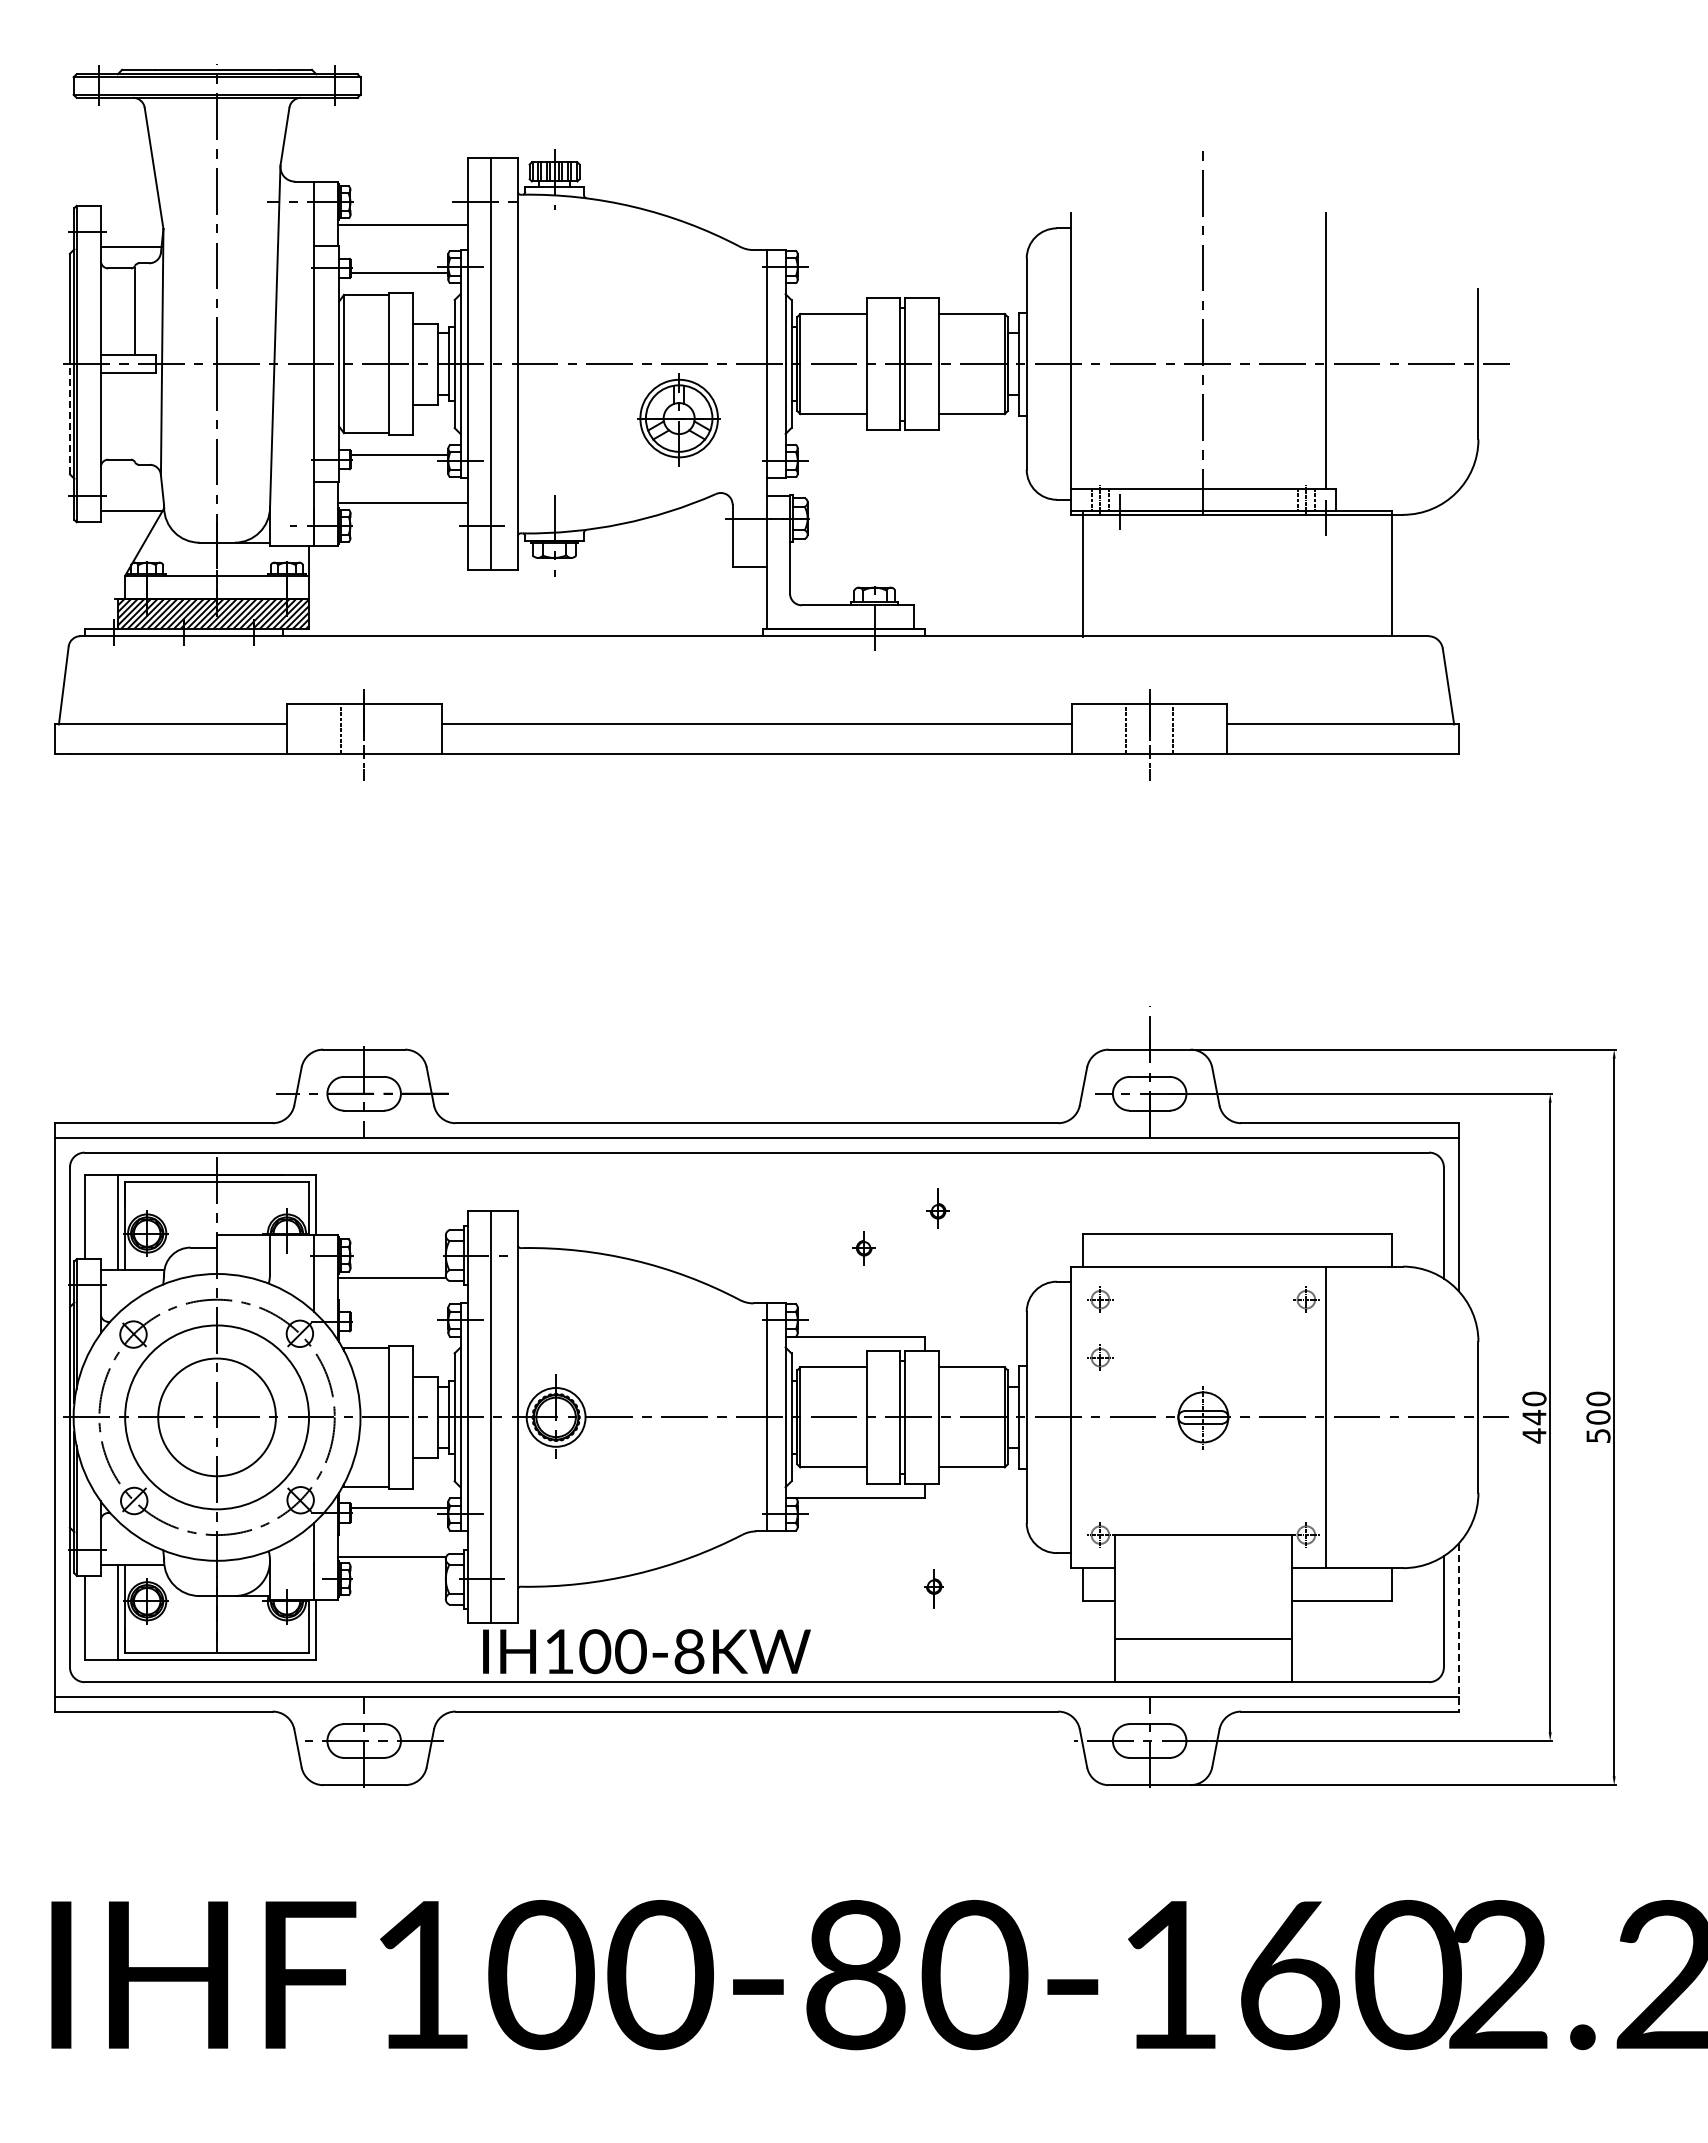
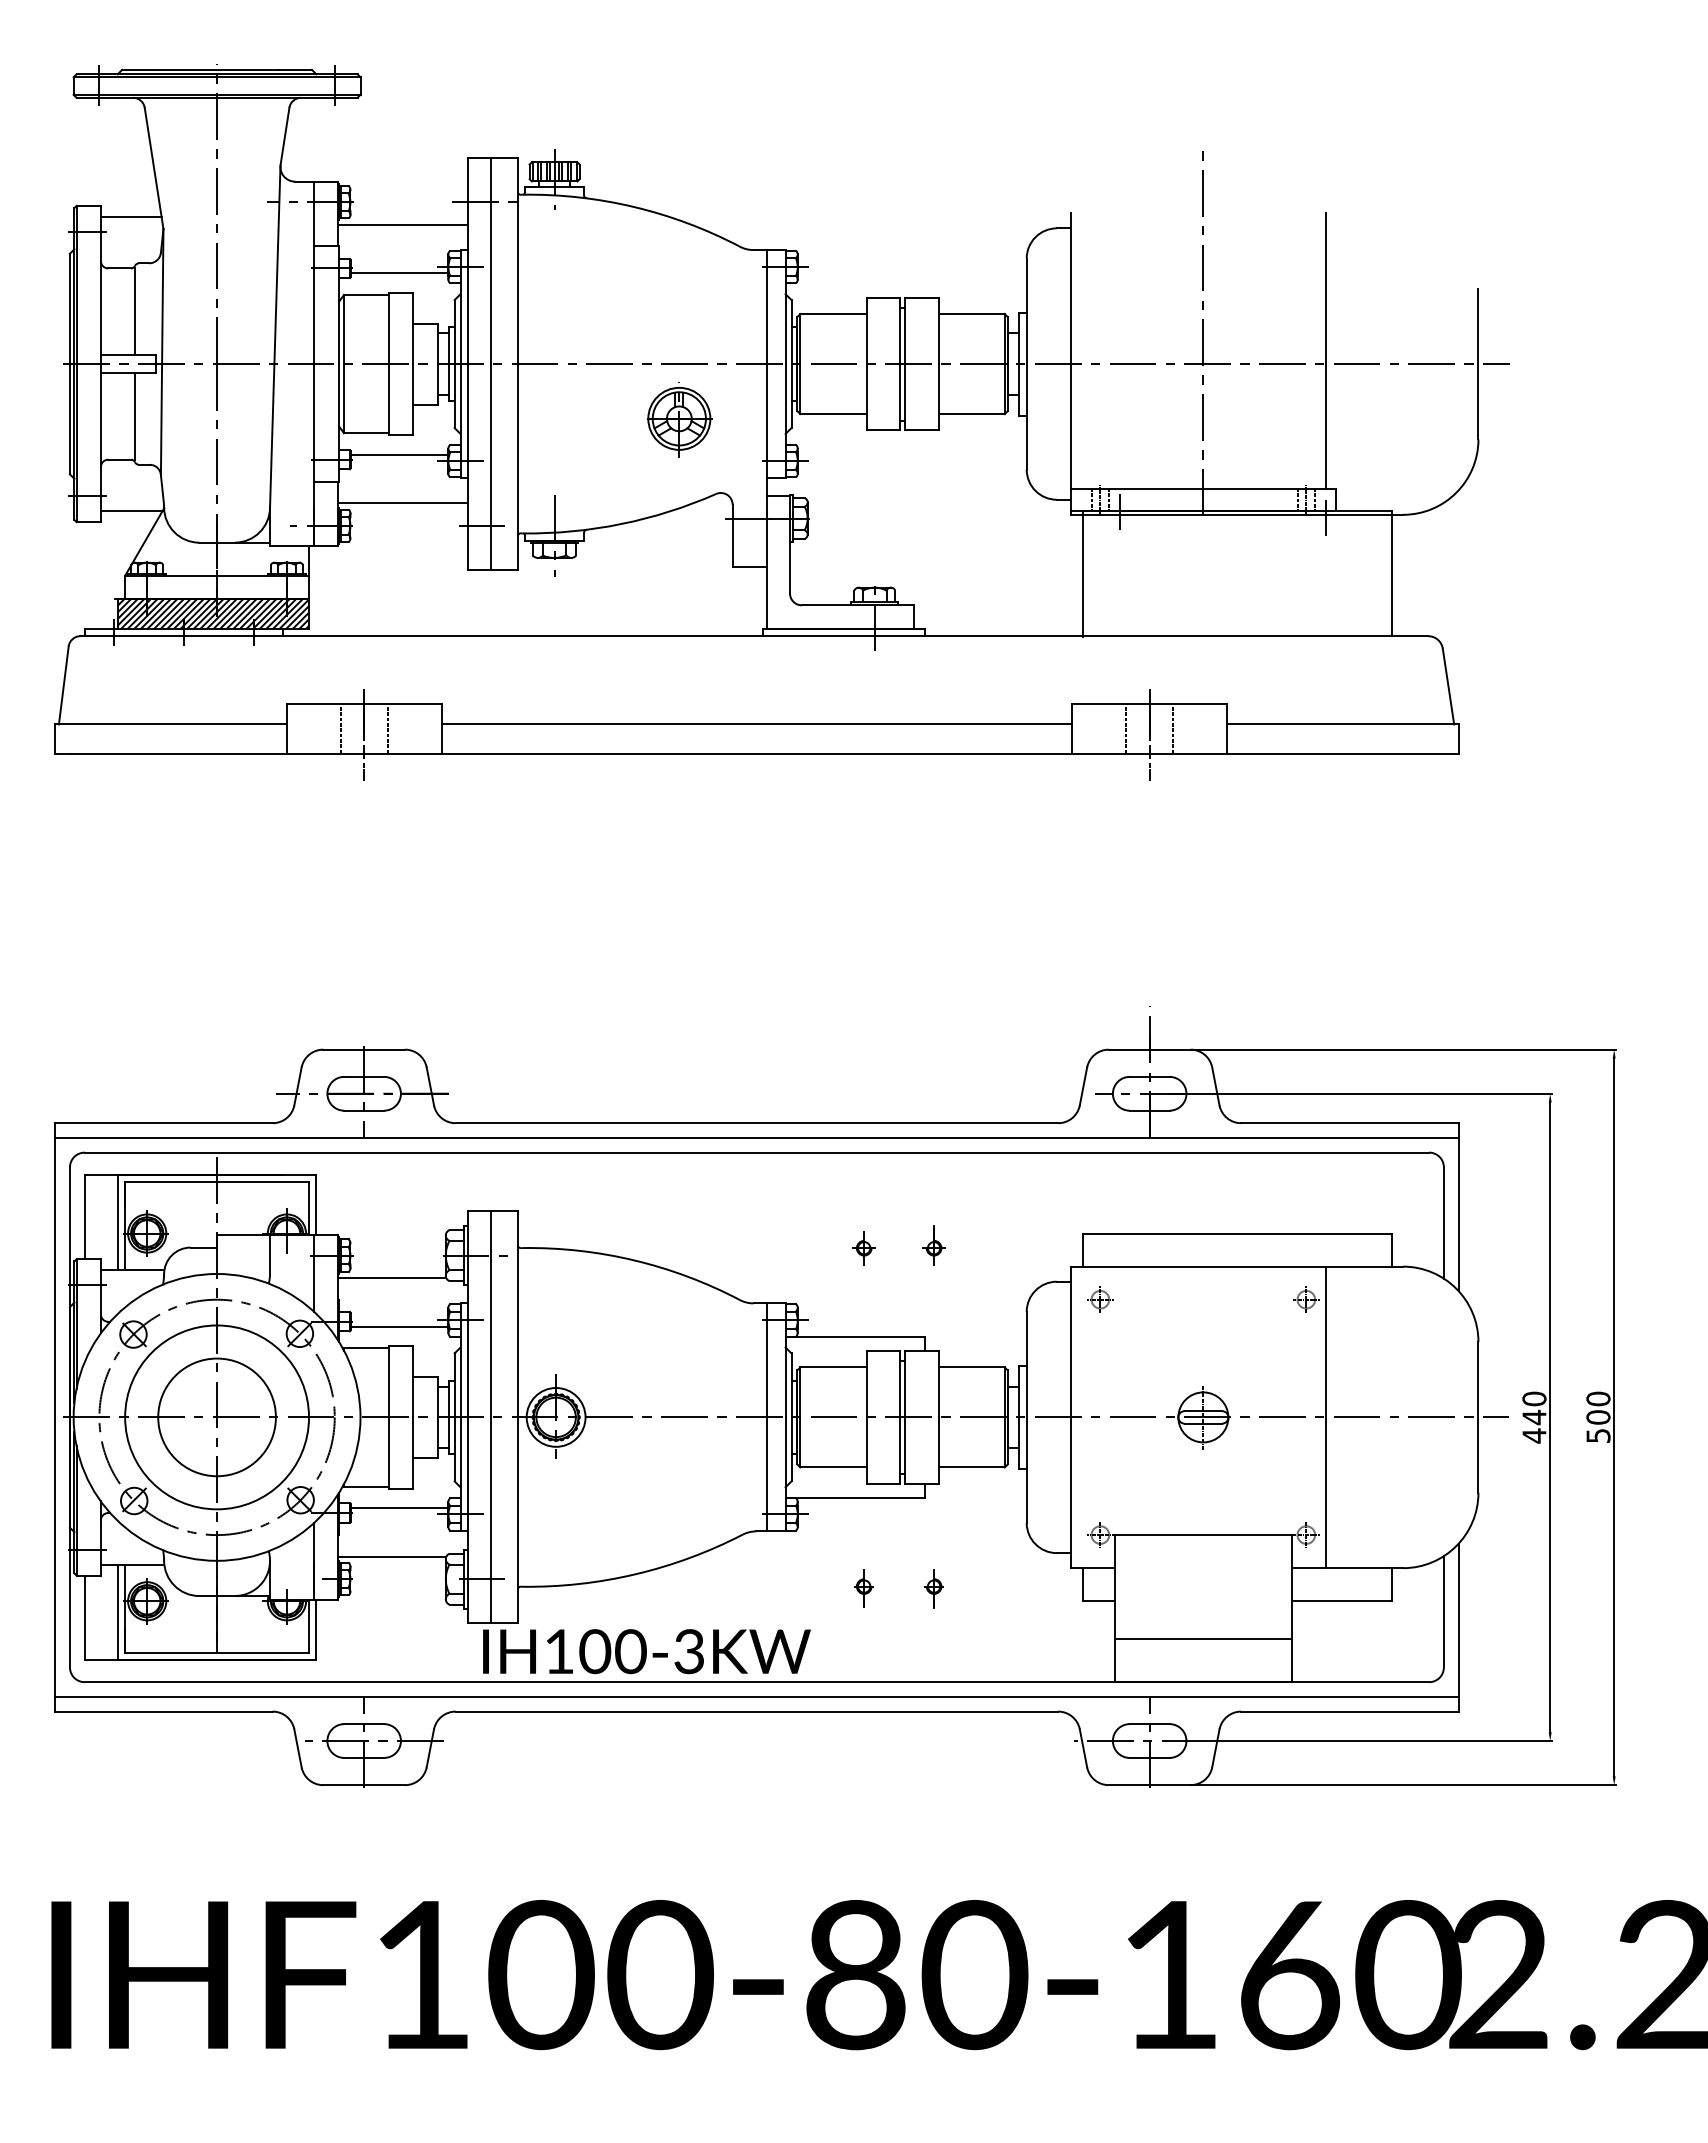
line at (130, 246) position: (130, 246) -> (130, 216)
line at (135, 416): none -> present
line at (69, 418): dashed -> solid
part at (678, 419) size: 84x94 px -> 66x76 px
line at (387, 728): none -> present
part at (937, 1208) position: (937, 1208) -> (933, 1245)
line at (399, 1326): none -> present
part at (1100, 1357): present -> none
part at (863, 1588): none -> present
line at (1458, 1627): dashed -> solid
text at (689, 1651): IH100-8KW -> IH100-3KW
